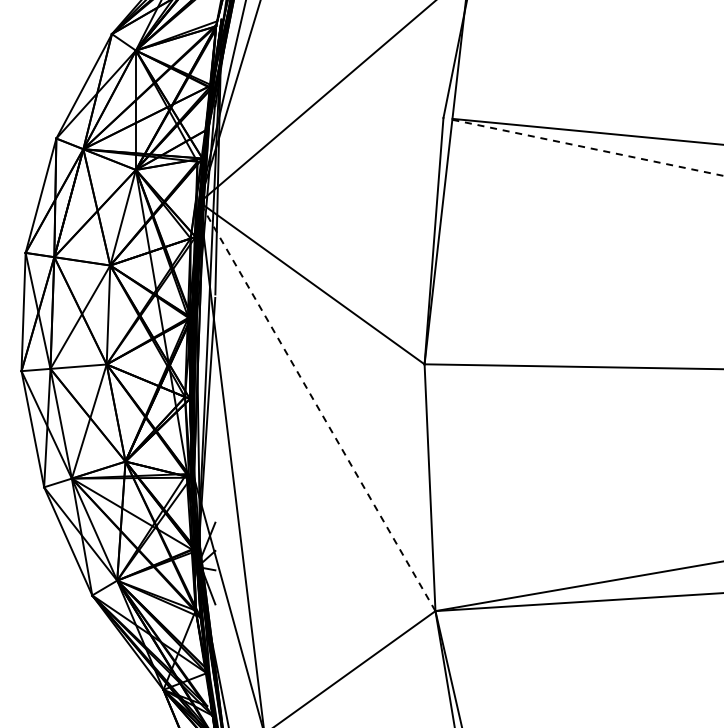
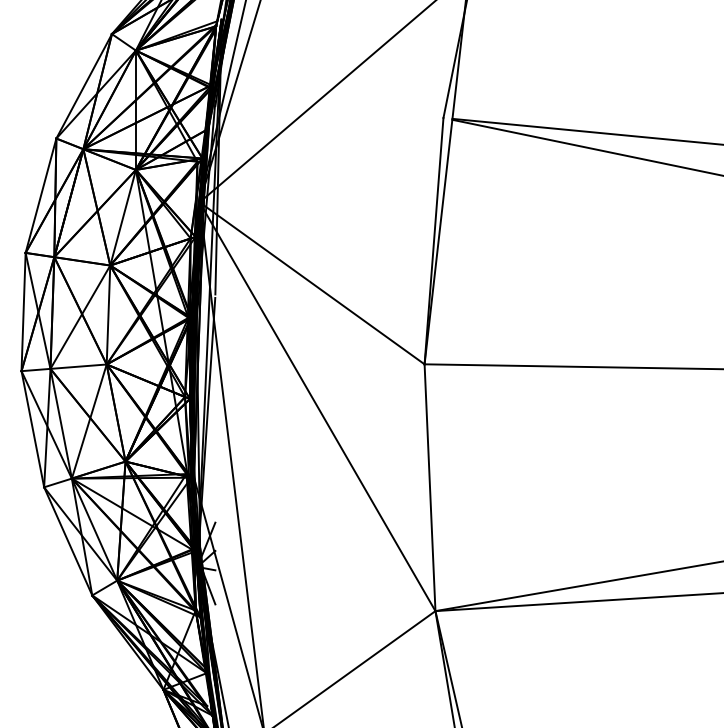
line at (588, 147): dashed -> solid
line at (317, 406): dashed -> solid
